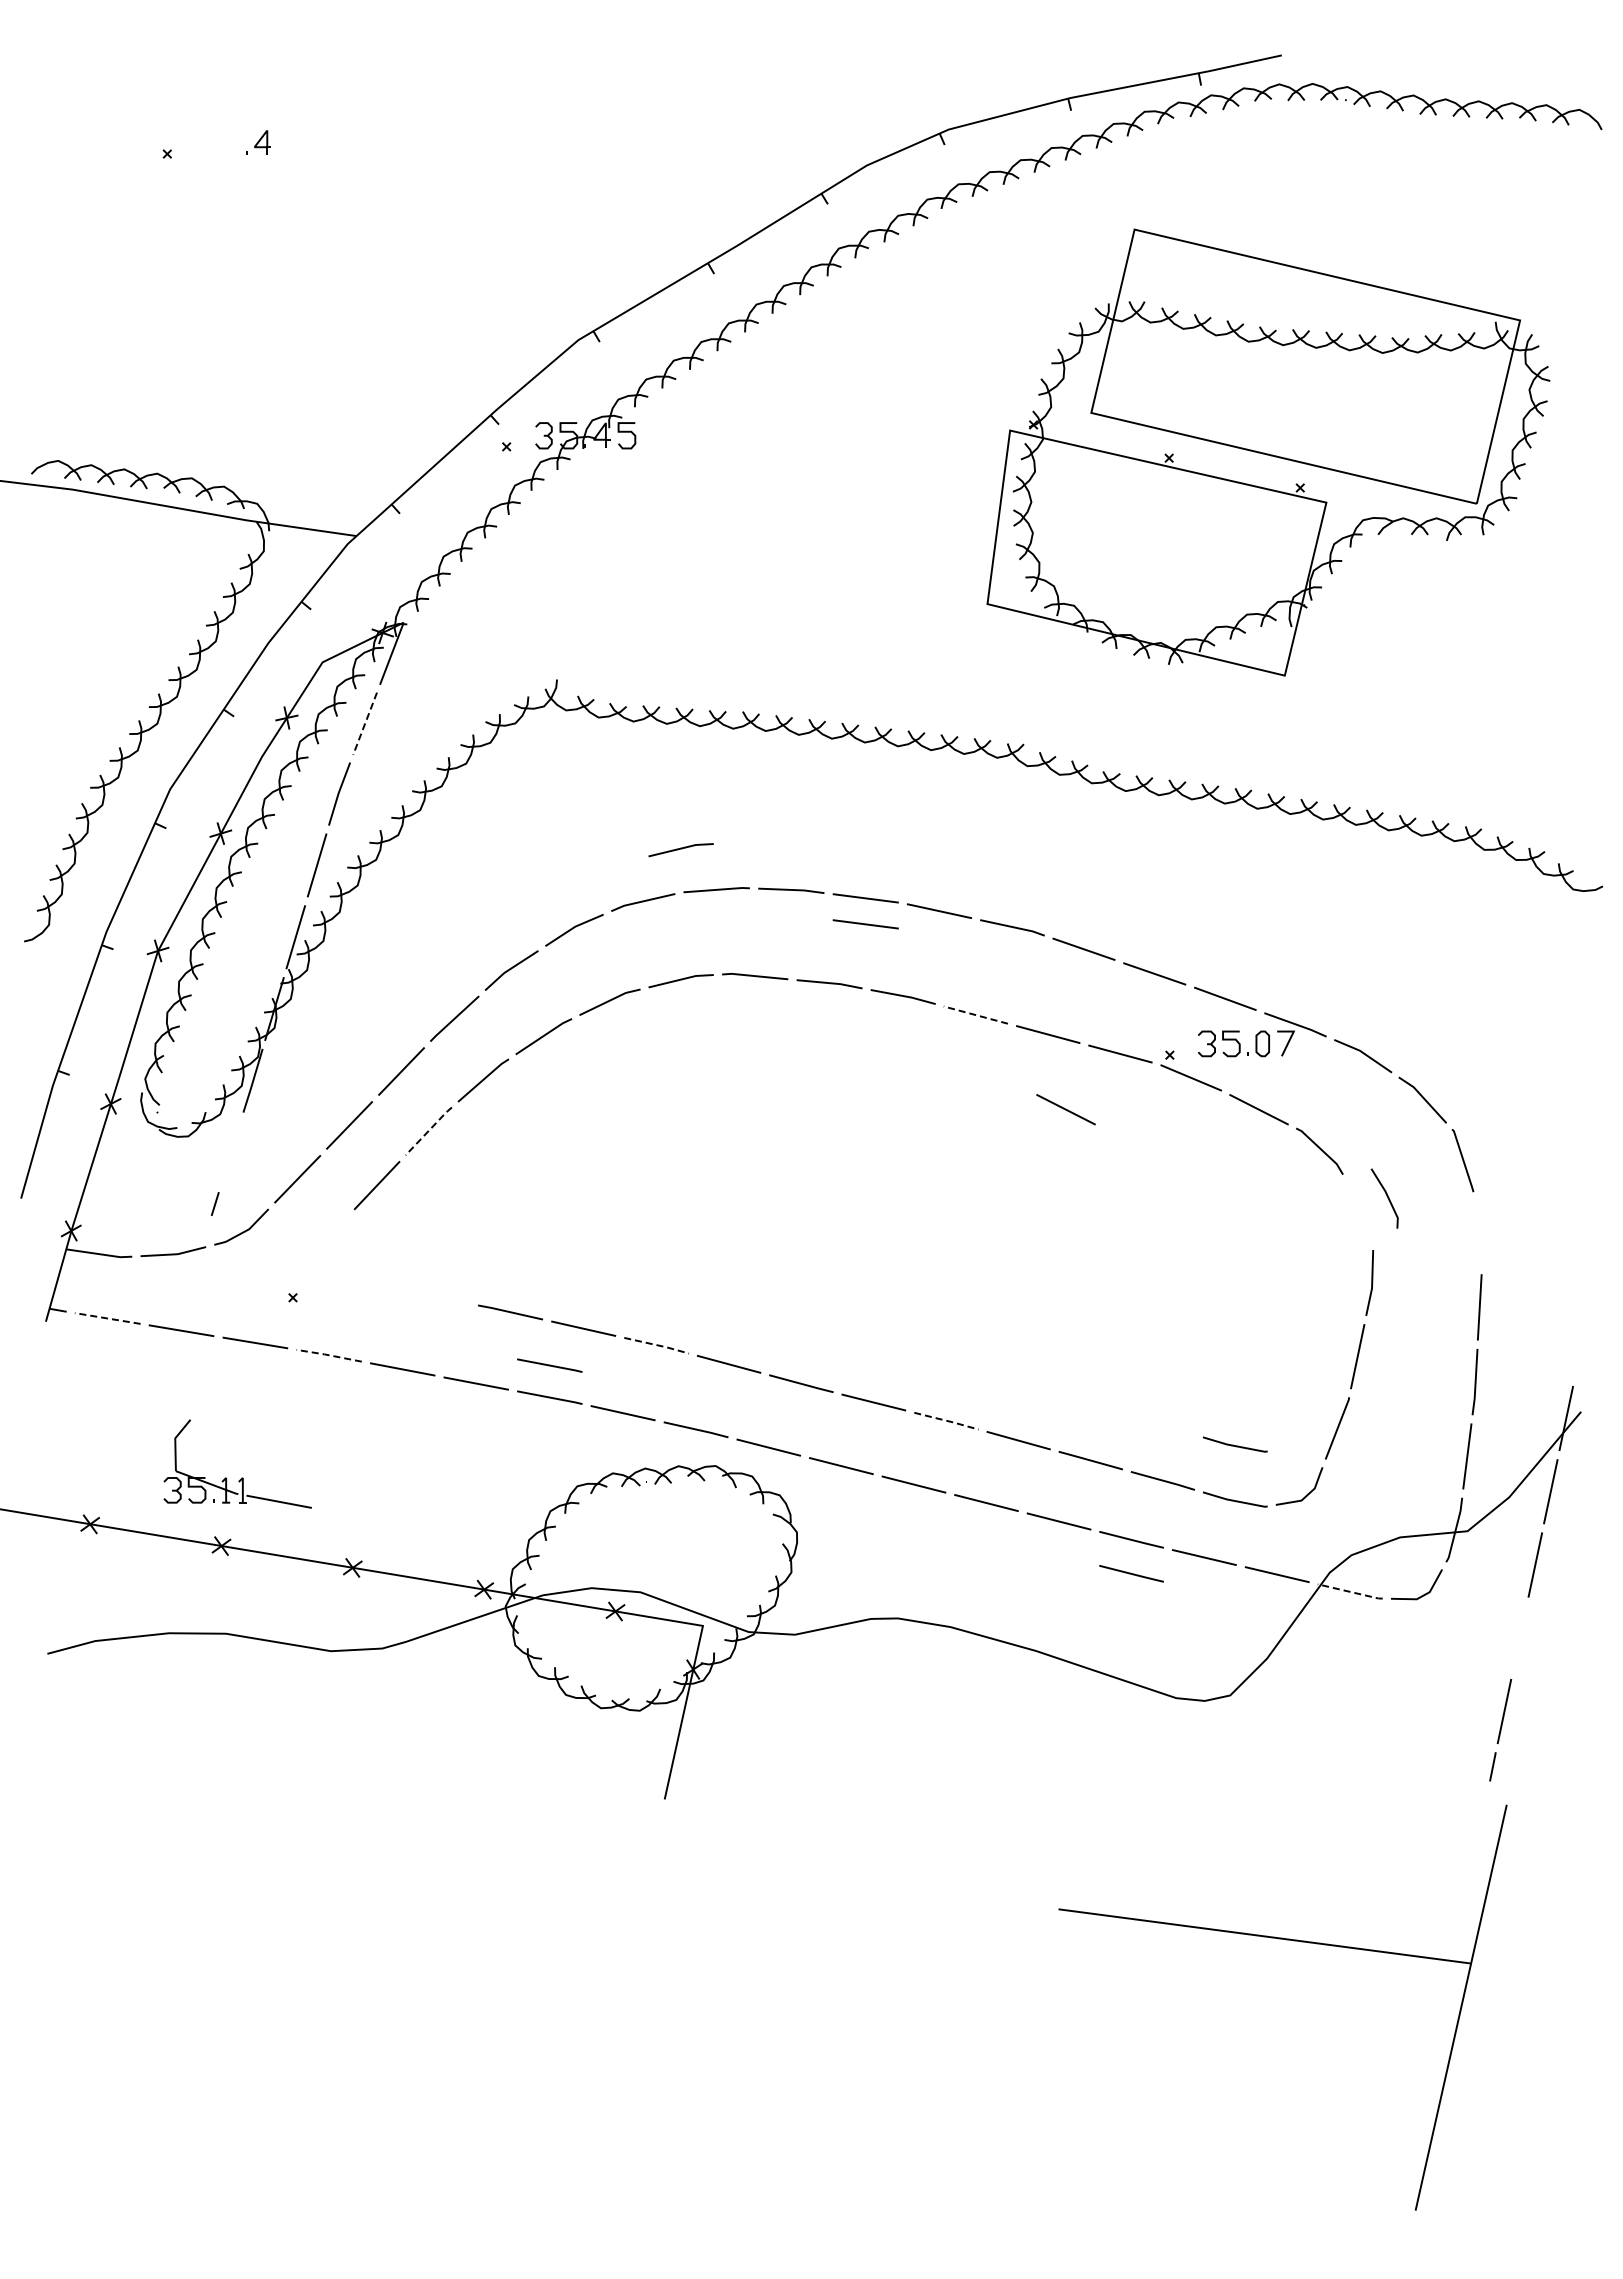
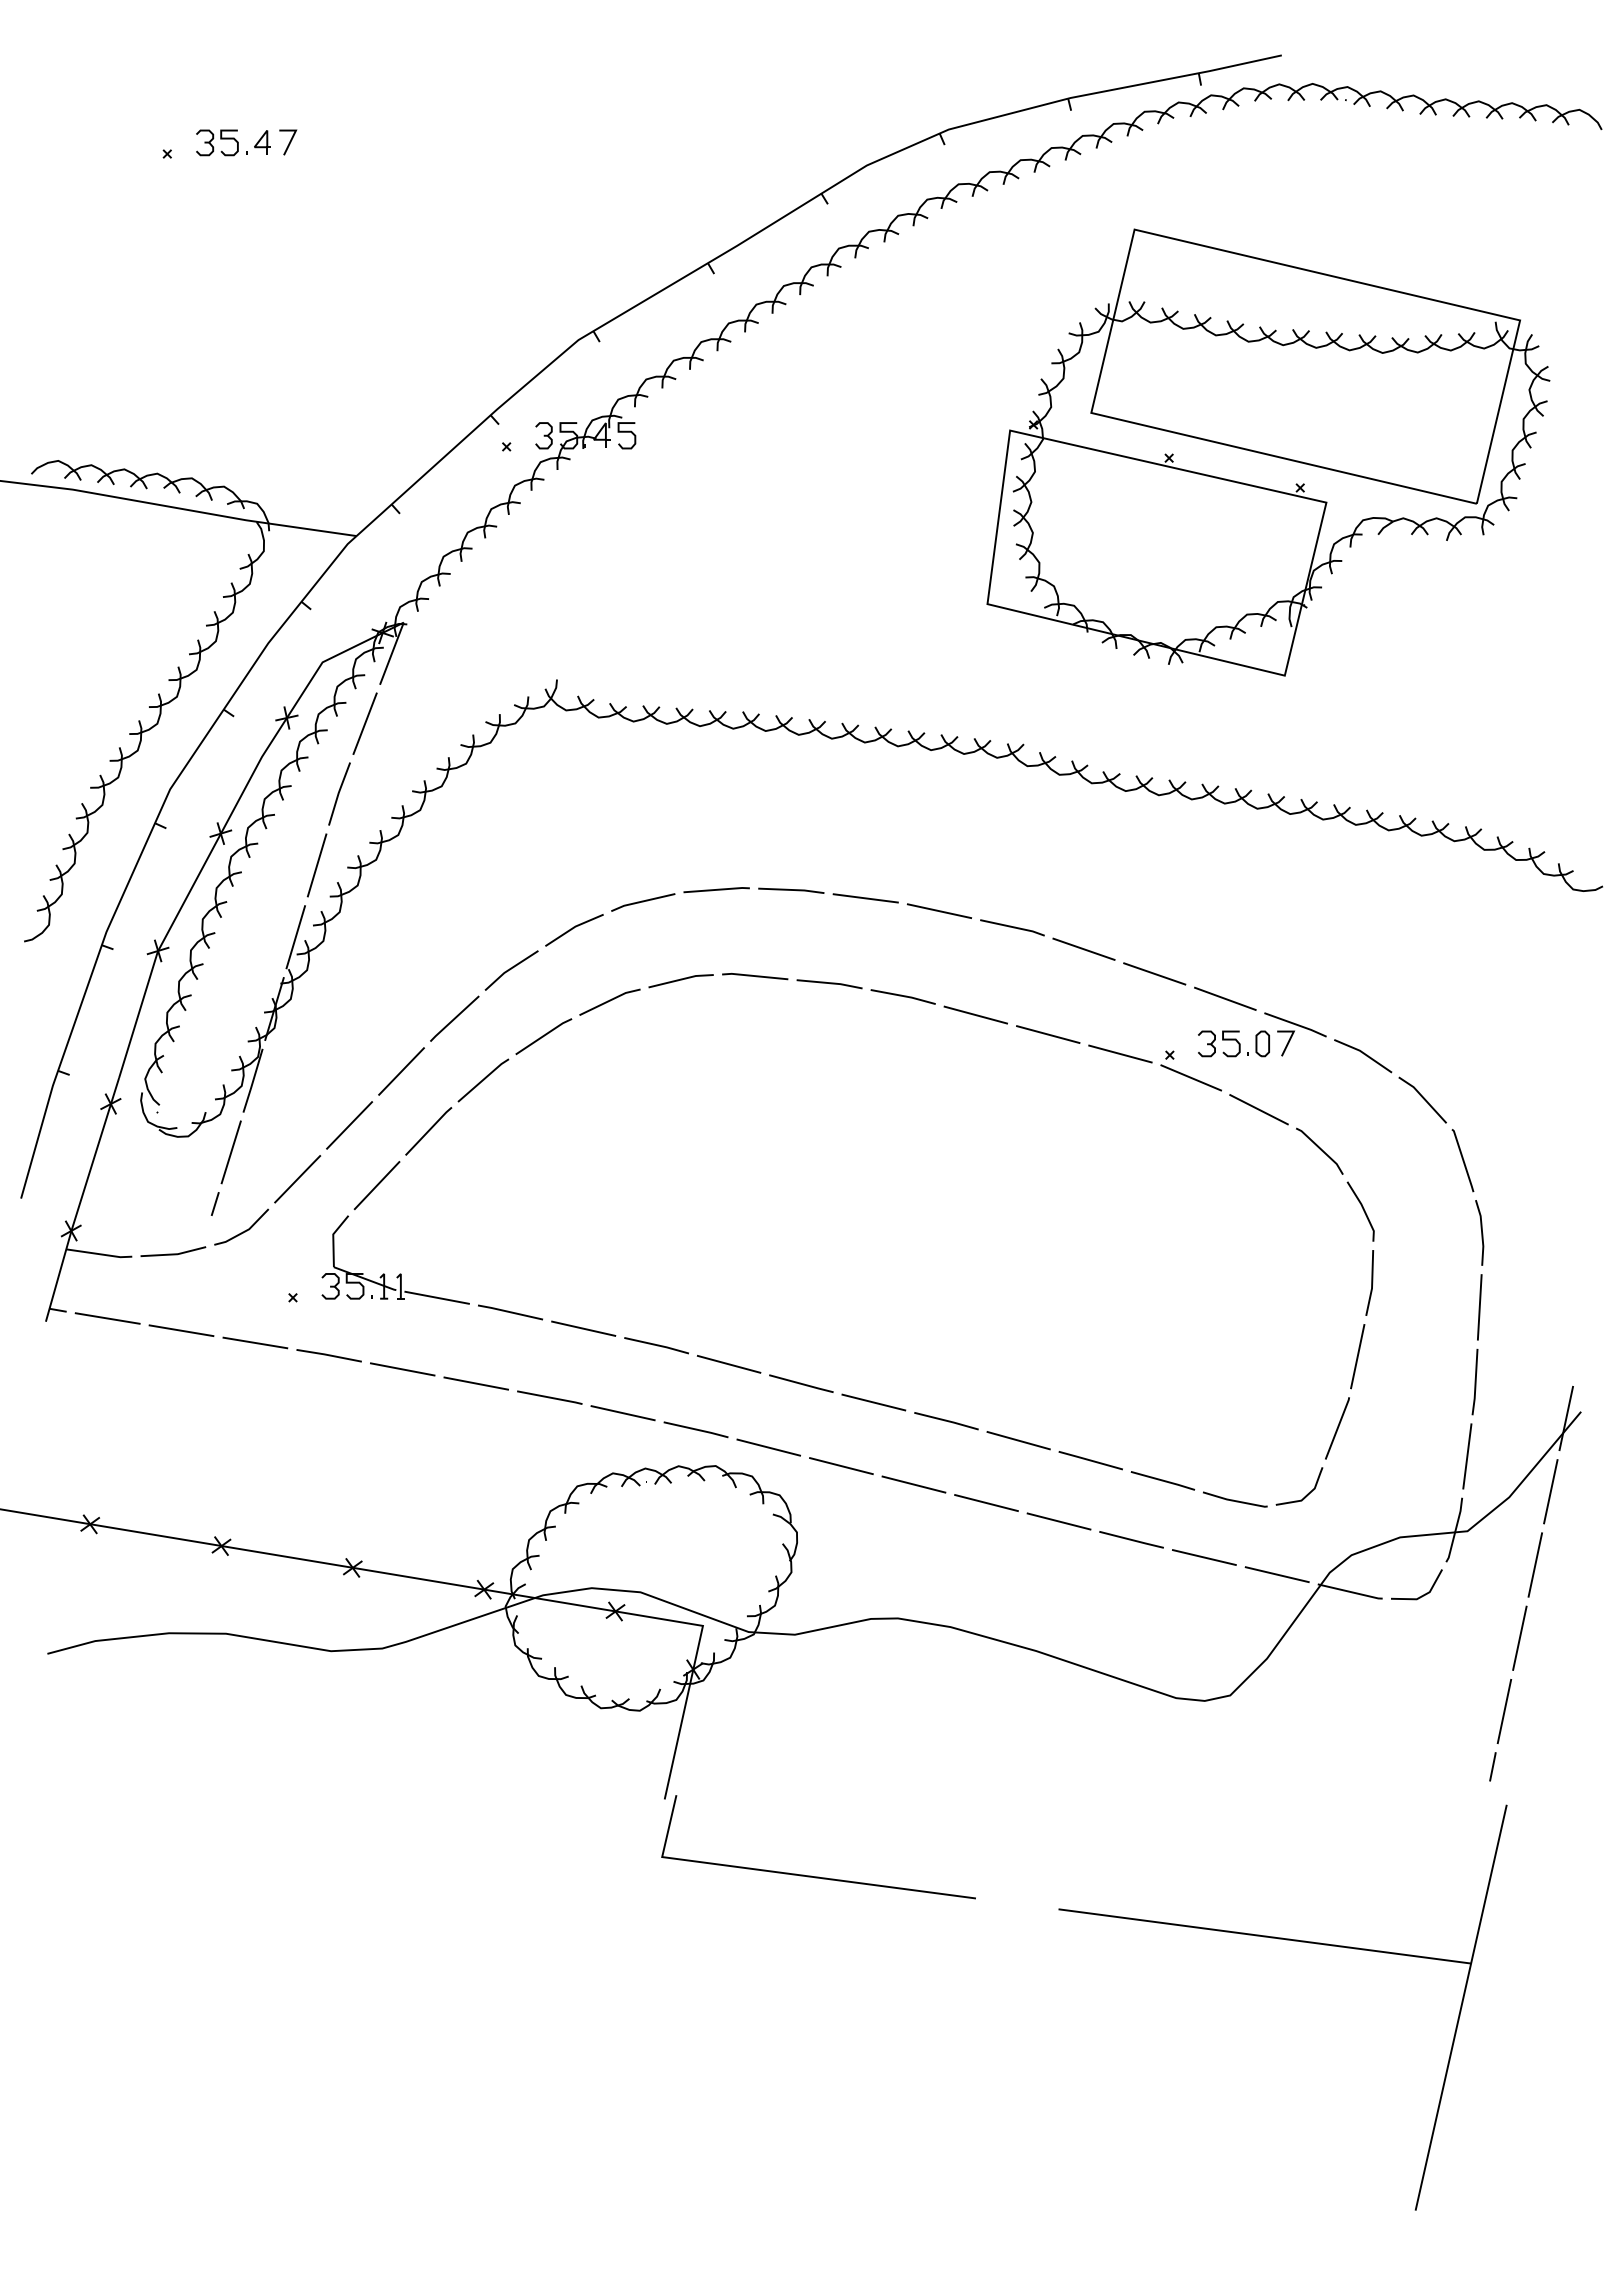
part at (217, 142): none -> present
line at (289, 142): none -> present
line at (364, 724): dashed -> solid
line at (680, 849): present -> none
line at (865, 924): present -> none
line at (975, 1014): dashed -> solid
line at (1065, 1109): present -> none
line at (428, 1130): dashed -> solid
line at (230, 1152): none -> present
line at (1386, 1196) position: (1386, 1196) -> (1362, 1209)
line at (1481, 1232): none -> present
line at (107, 1318): dashed -> solid
line at (657, 1345): dashed -> solid
line at (328, 1355): dashed -> solid
line at (549, 1365): present -> none
line at (947, 1420): dashed -> solid
line at (1235, 1445): present -> none
part at (241, 1477) position: (241, 1477) -> (399, 1273)
line at (1131, 1573): present -> none
line at (1349, 1591): dashed -> solid
line at (1519, 1637): none -> present
line at (811, 1875): none -> present
